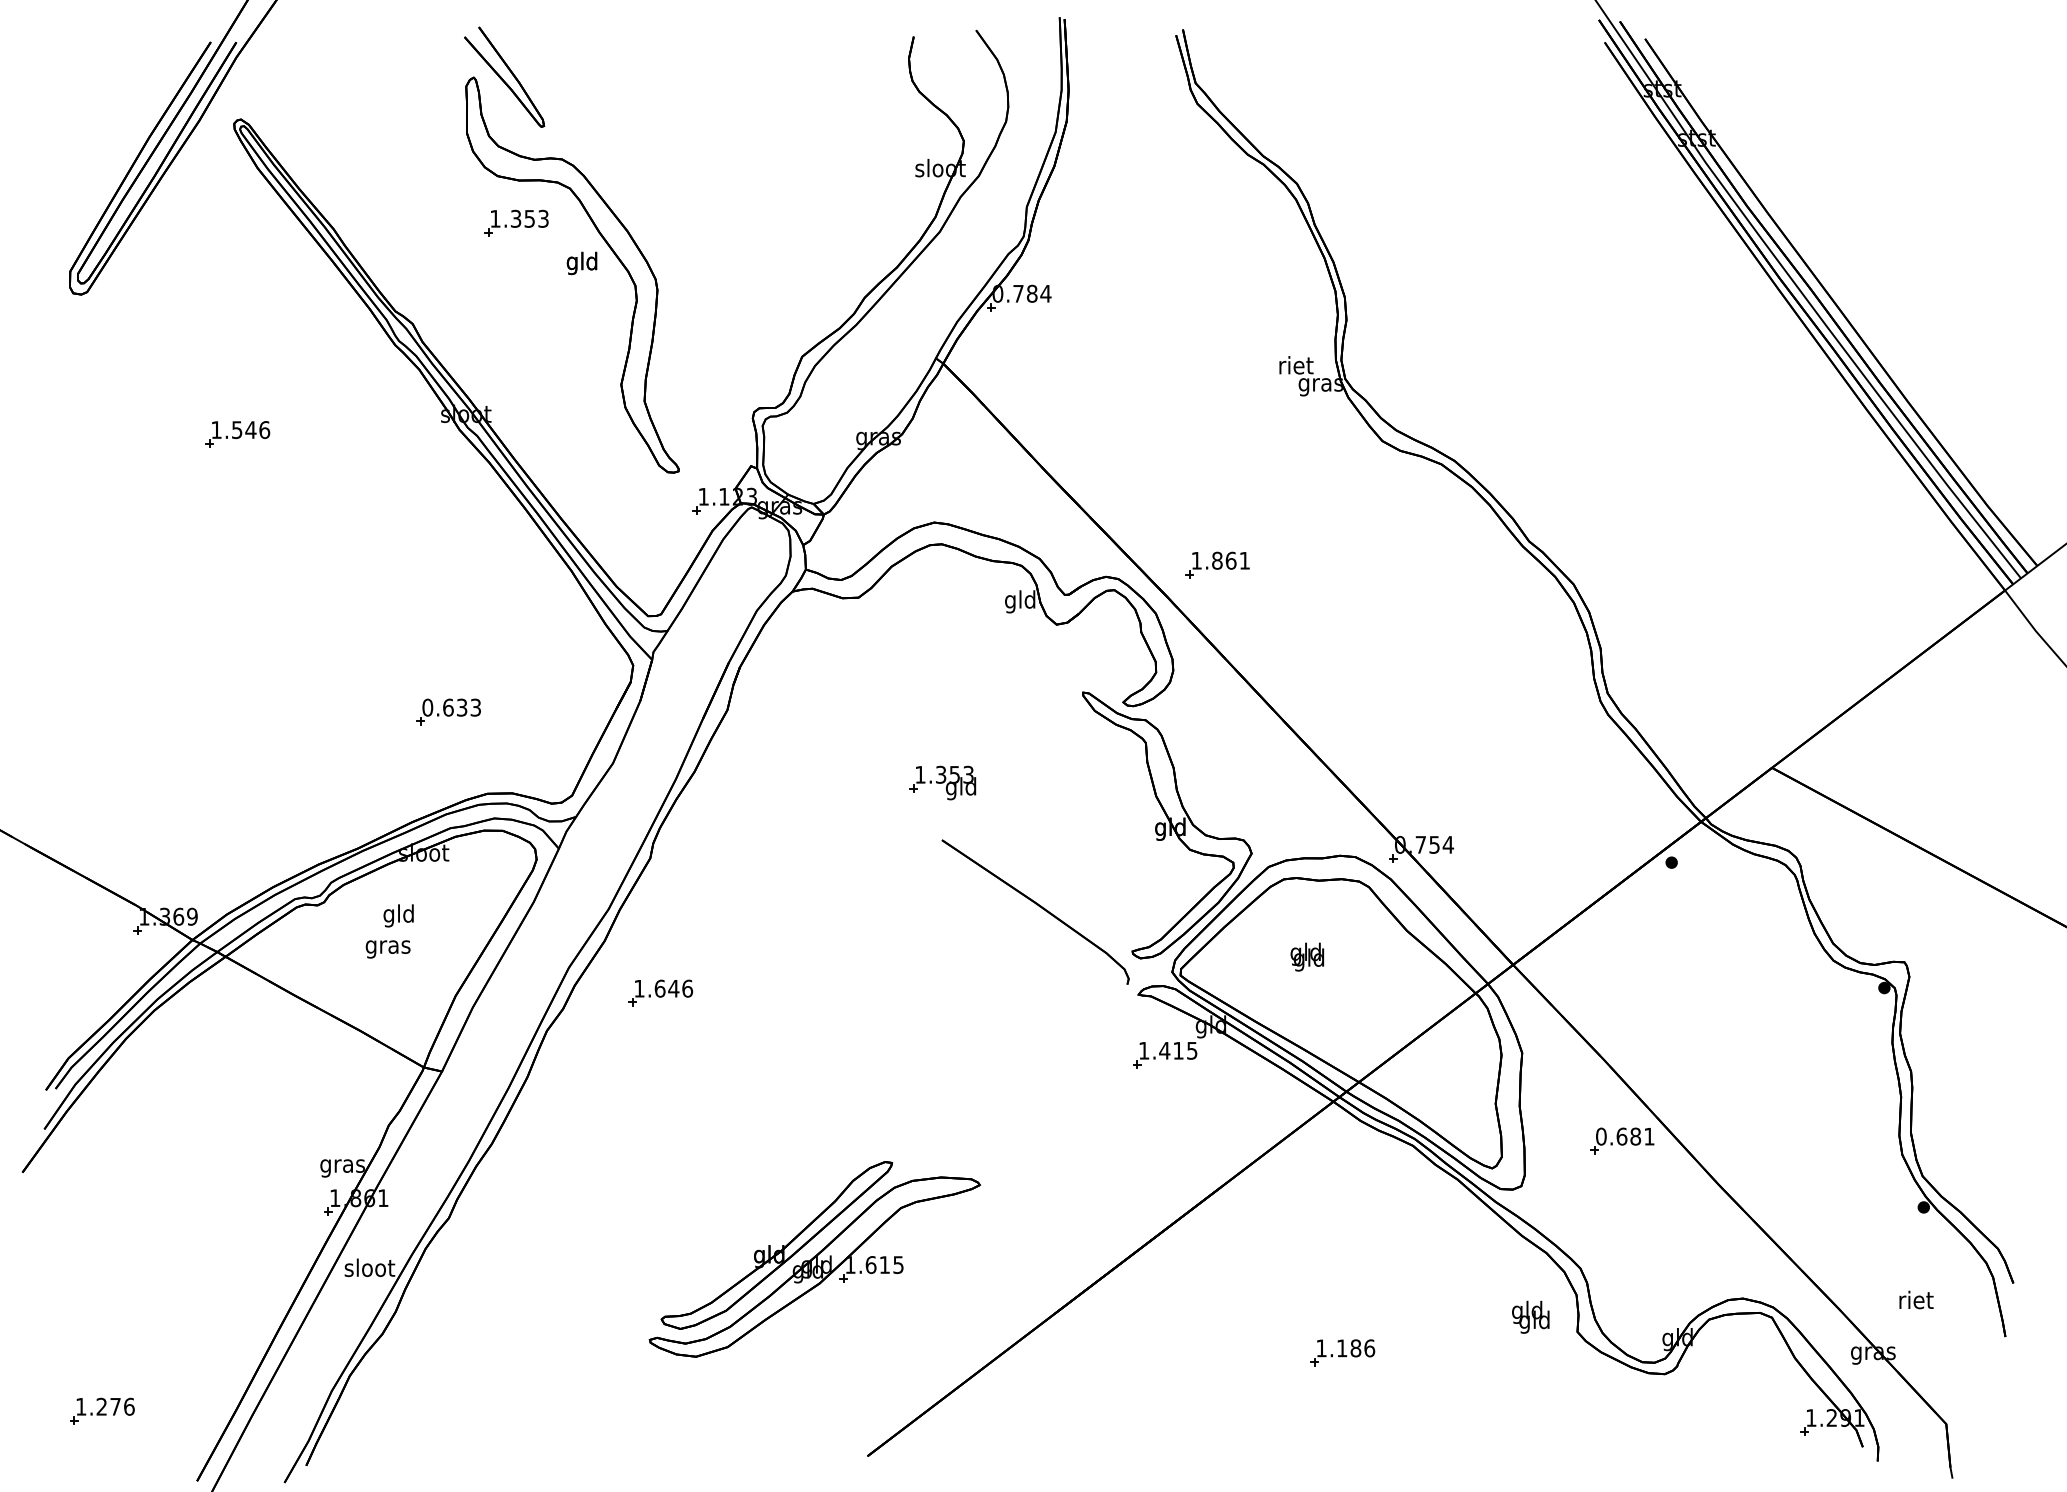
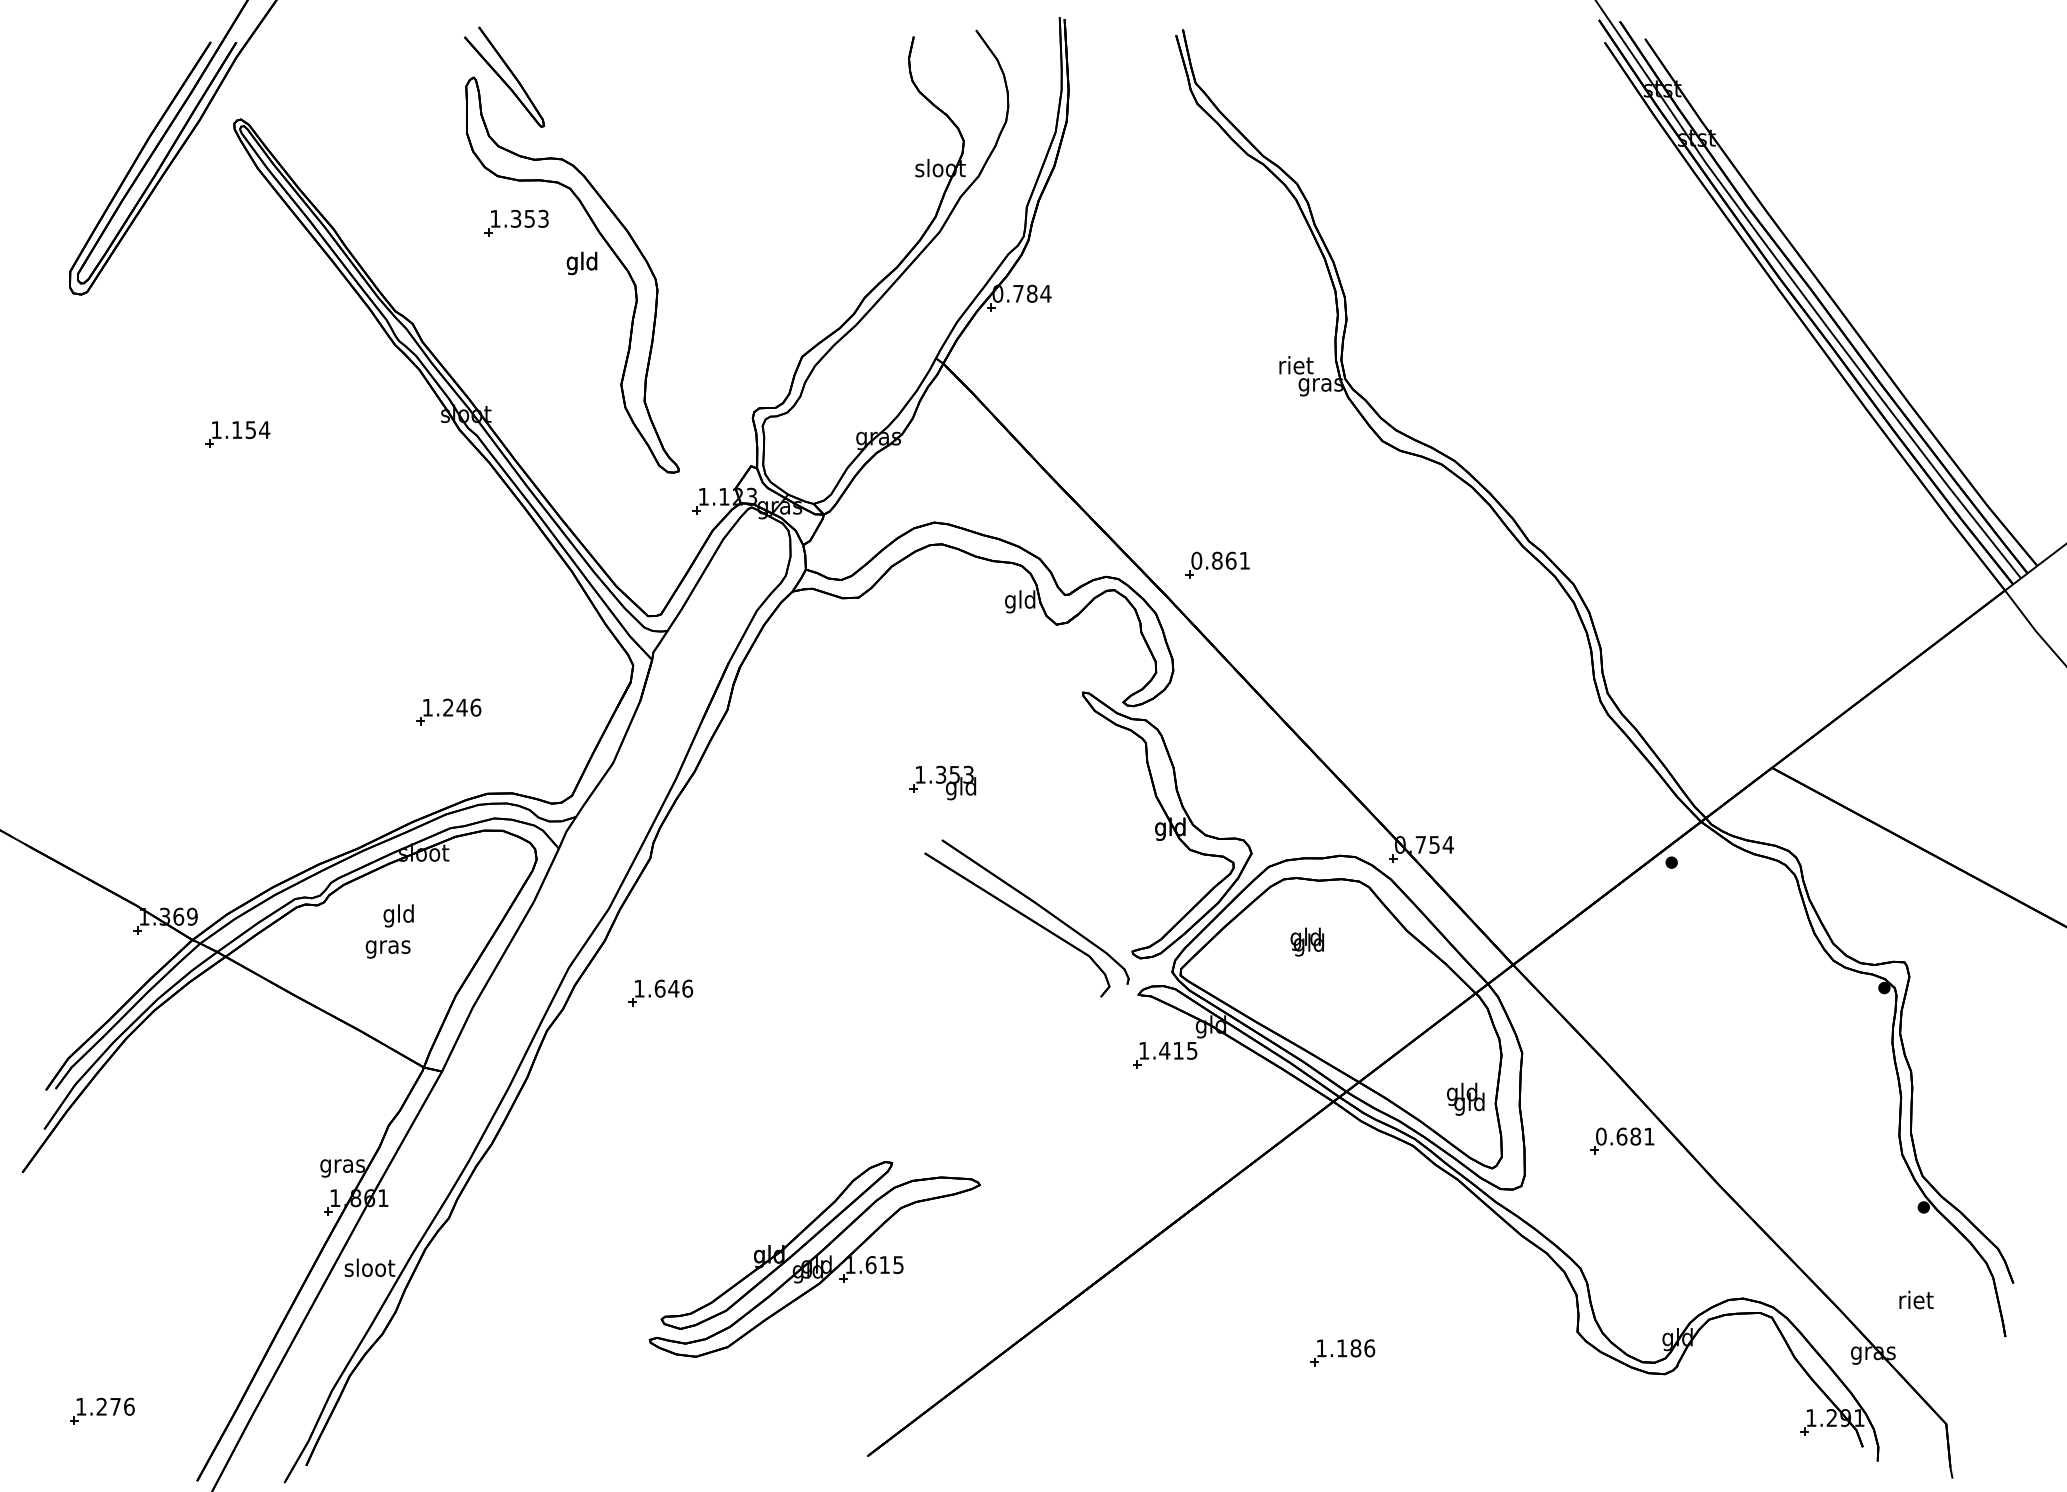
text at (251, 430): 1.546 -> 1.154
text at (1196, 560): 1.861 -> 0.861
text at (451, 707): 0.633 -> 1.246
part at (1023, 916): none -> present
text at (1306, 956) position: (1306, 956) -> (1306, 941)
text at (1530, 1316) position: (1530, 1316) -> (1465, 1098)
